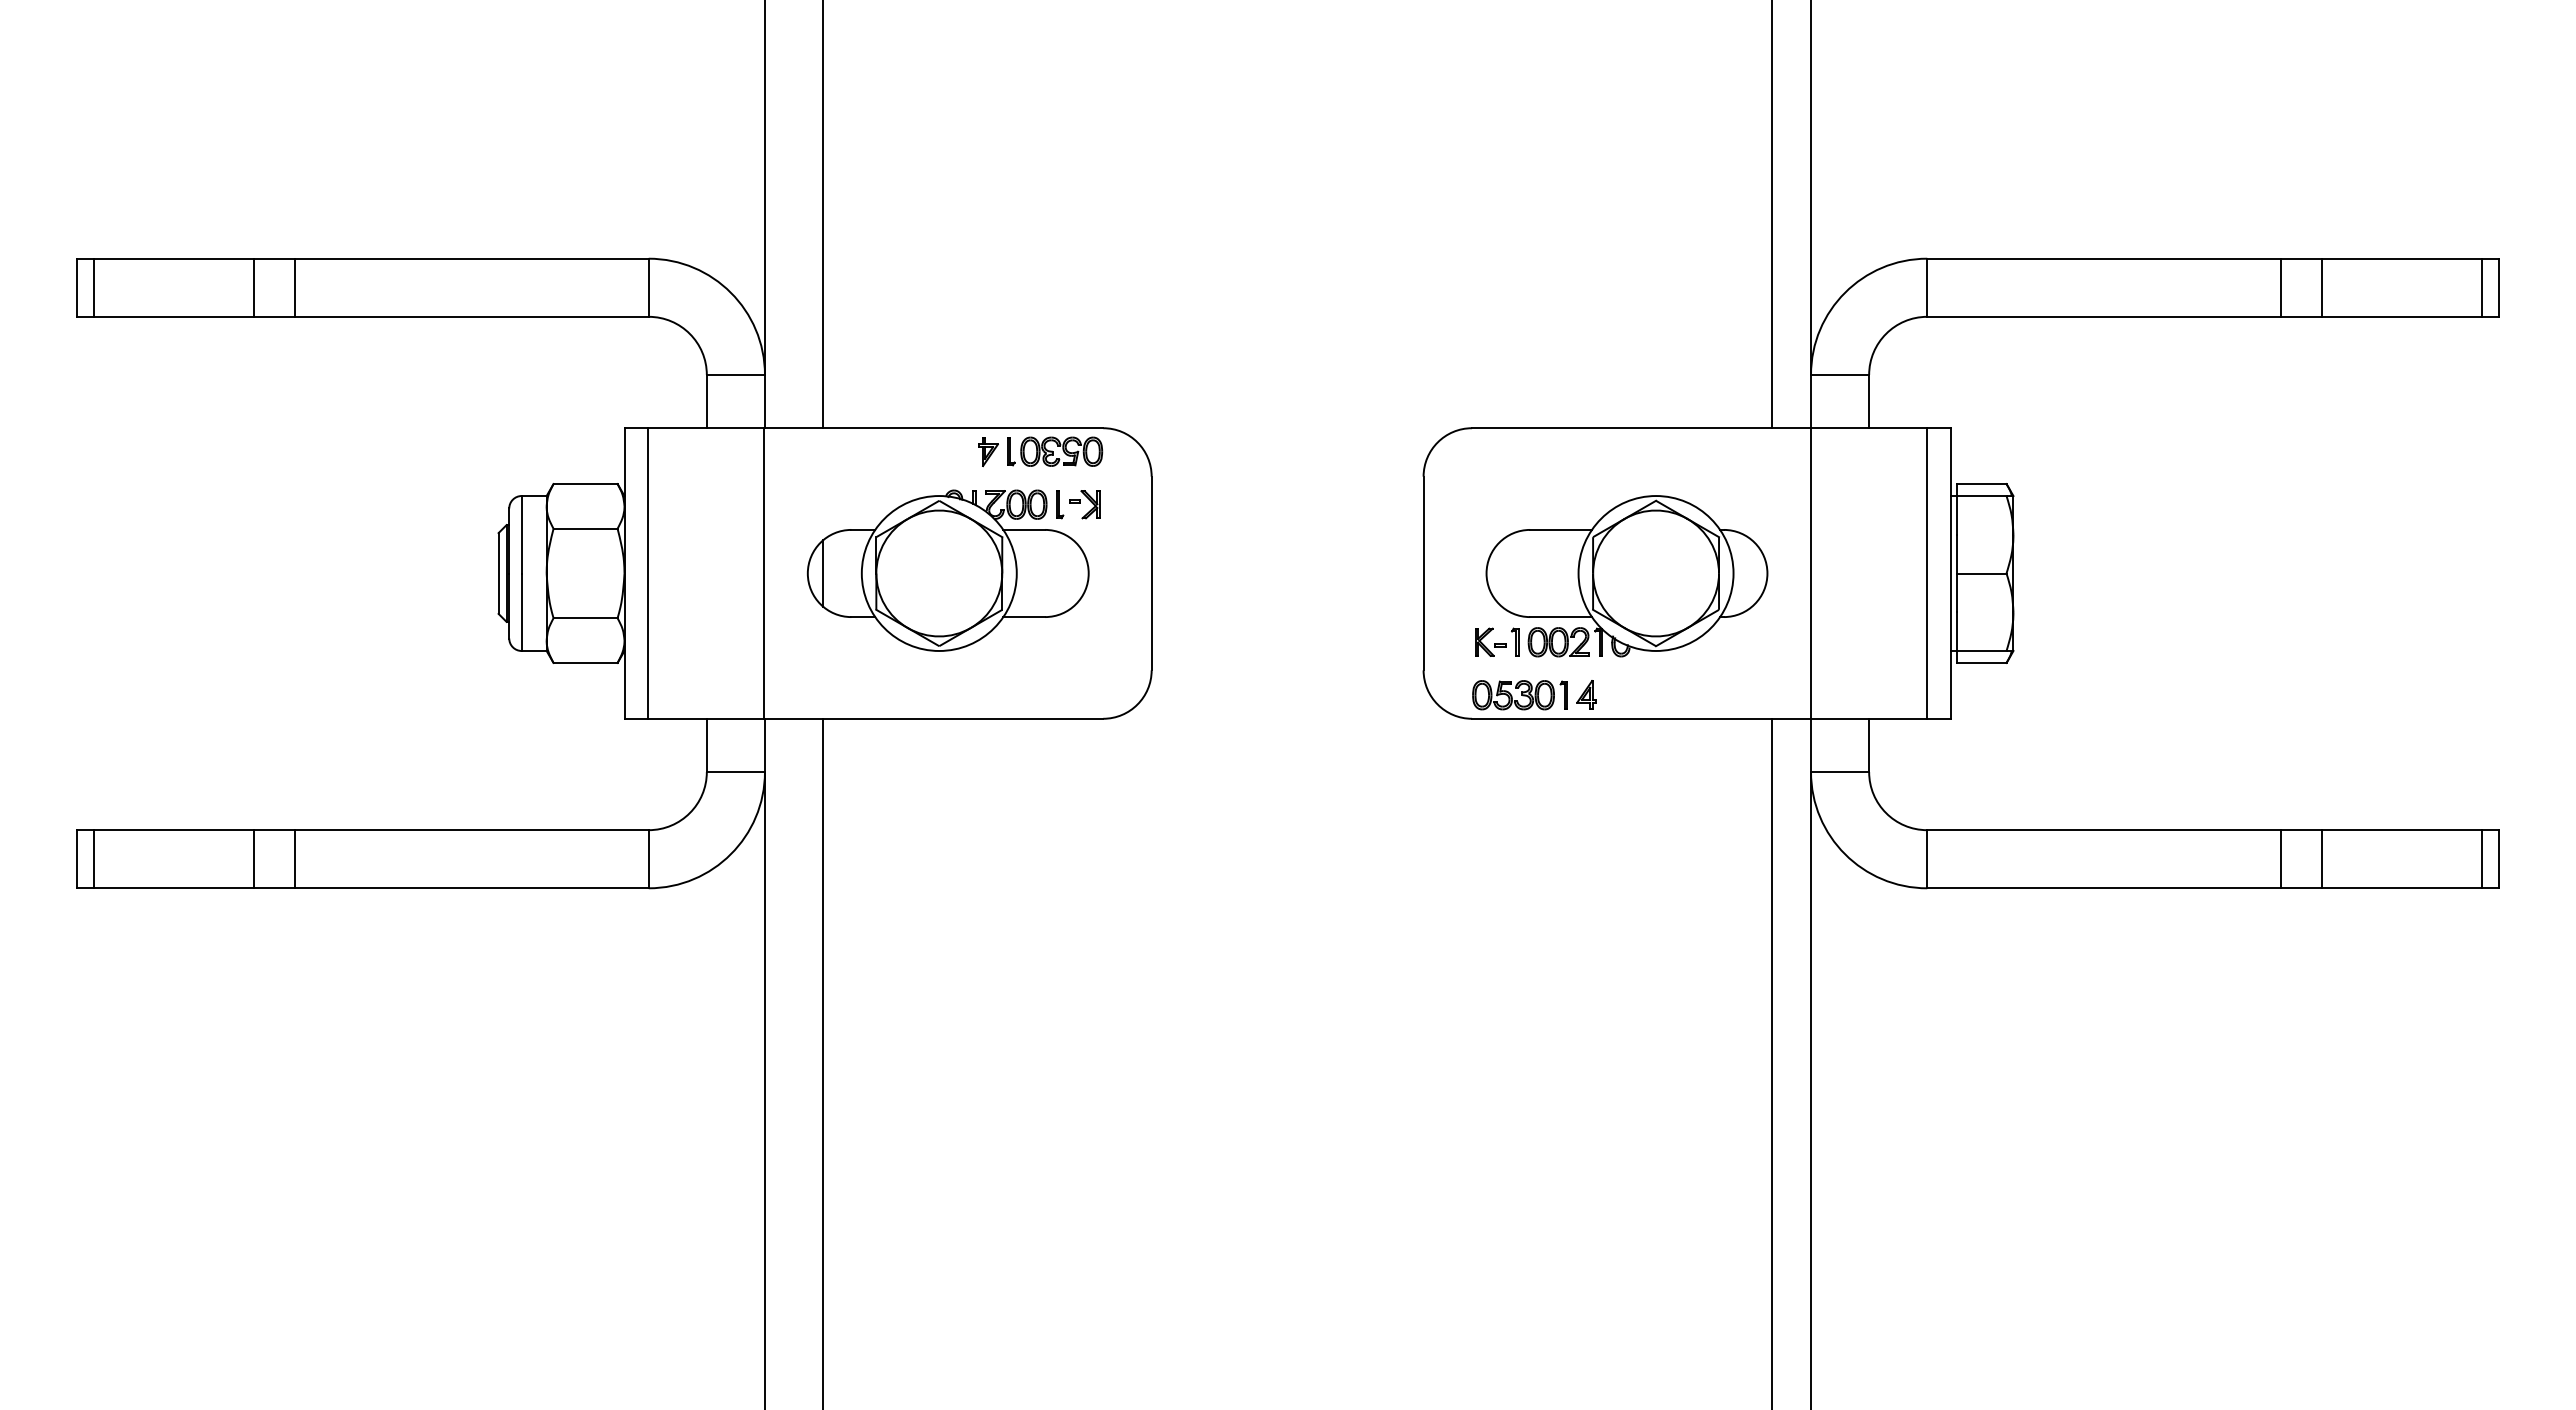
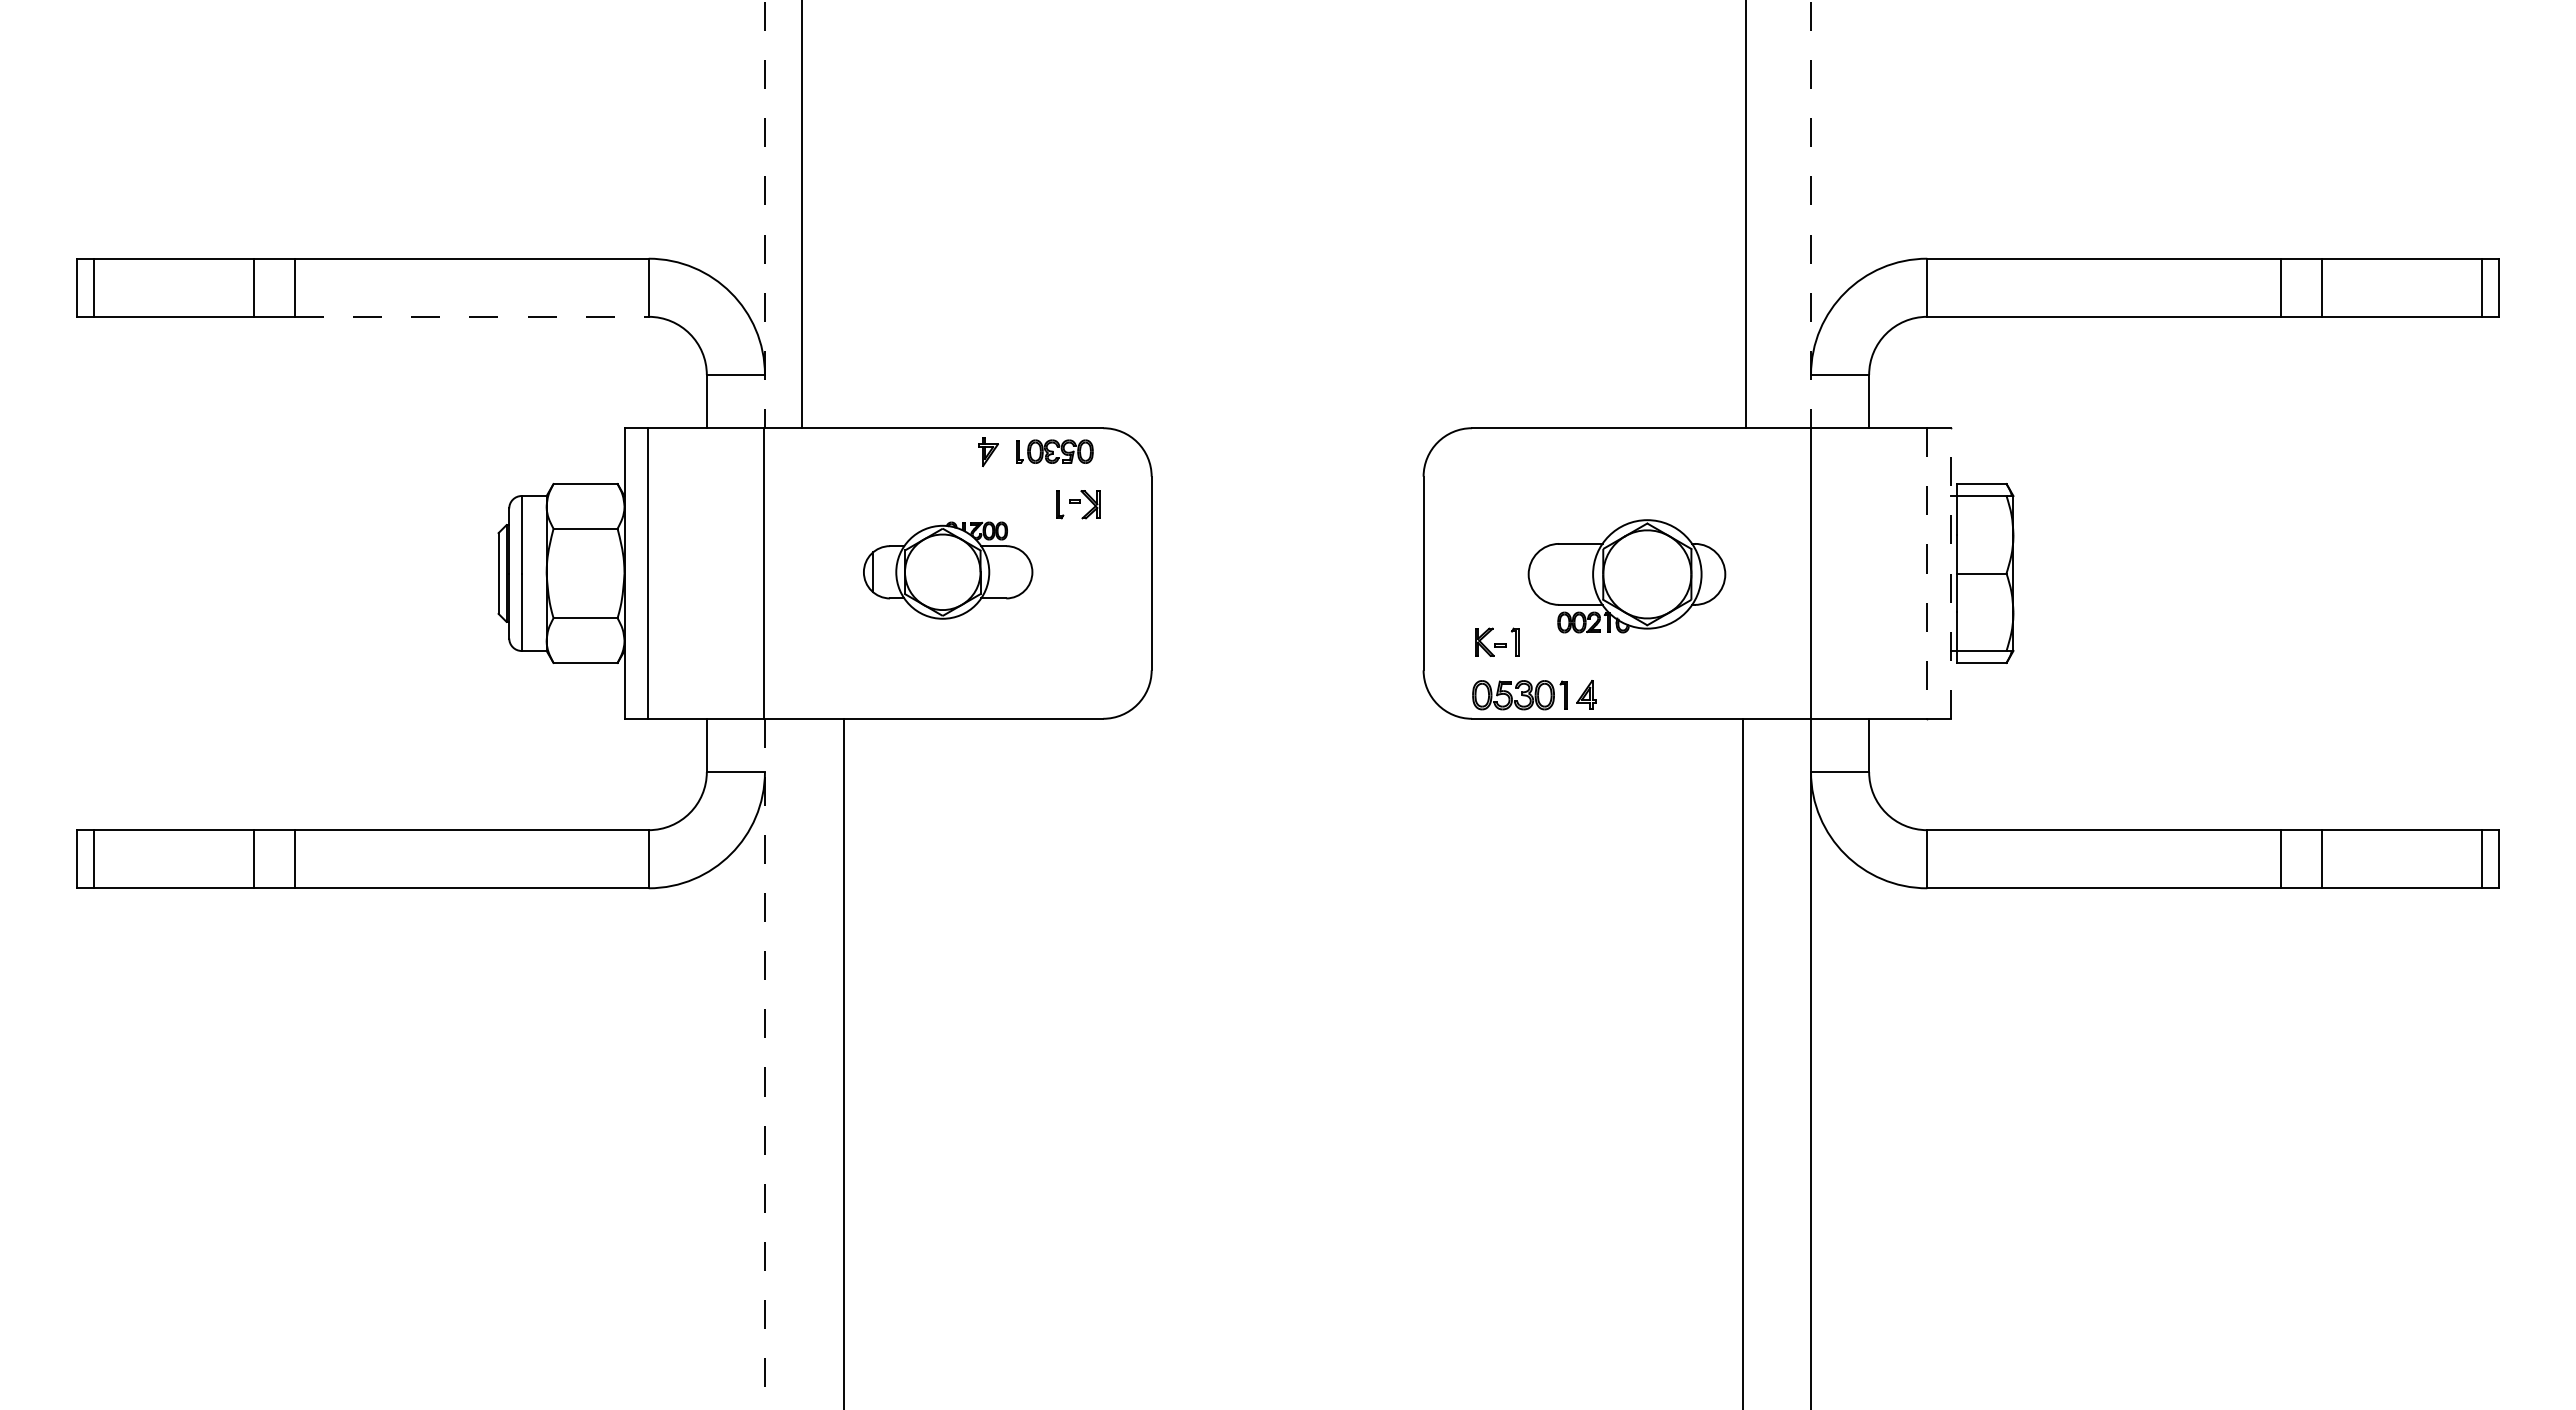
line at (764, 214): solid -> dashed
line at (1811, 214): solid -> dashed
line at (823, 215) position: (823, 215) -> (802, 215)
line at (1772, 215) position: (1772, 215) -> (1746, 215)
line at (471, 316): solid -> dashed
part at (1055, 451) size: 97x31 px -> 78x25 px
part at (947, 570) size: 284x163 px -> 171x99 px
line at (1951, 573): solid -> dashed
line at (1927, 574): solid -> dashed
part at (1626, 576) size: 284x163 px -> 200x115 px
line at (823, 1062) position: (823, 1062) -> (844, 1062)
line at (1772, 1062) position: (1772, 1062) -> (1743, 1062)
line at (764, 1064): solid -> dashed
